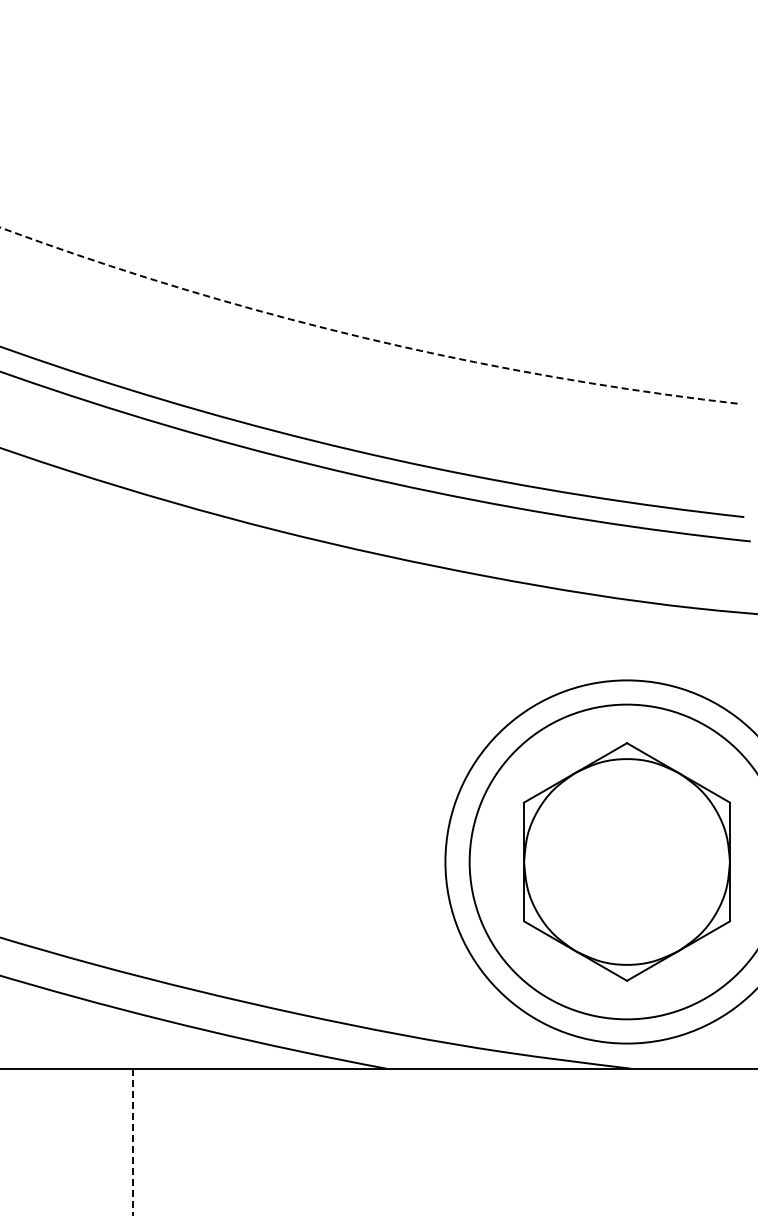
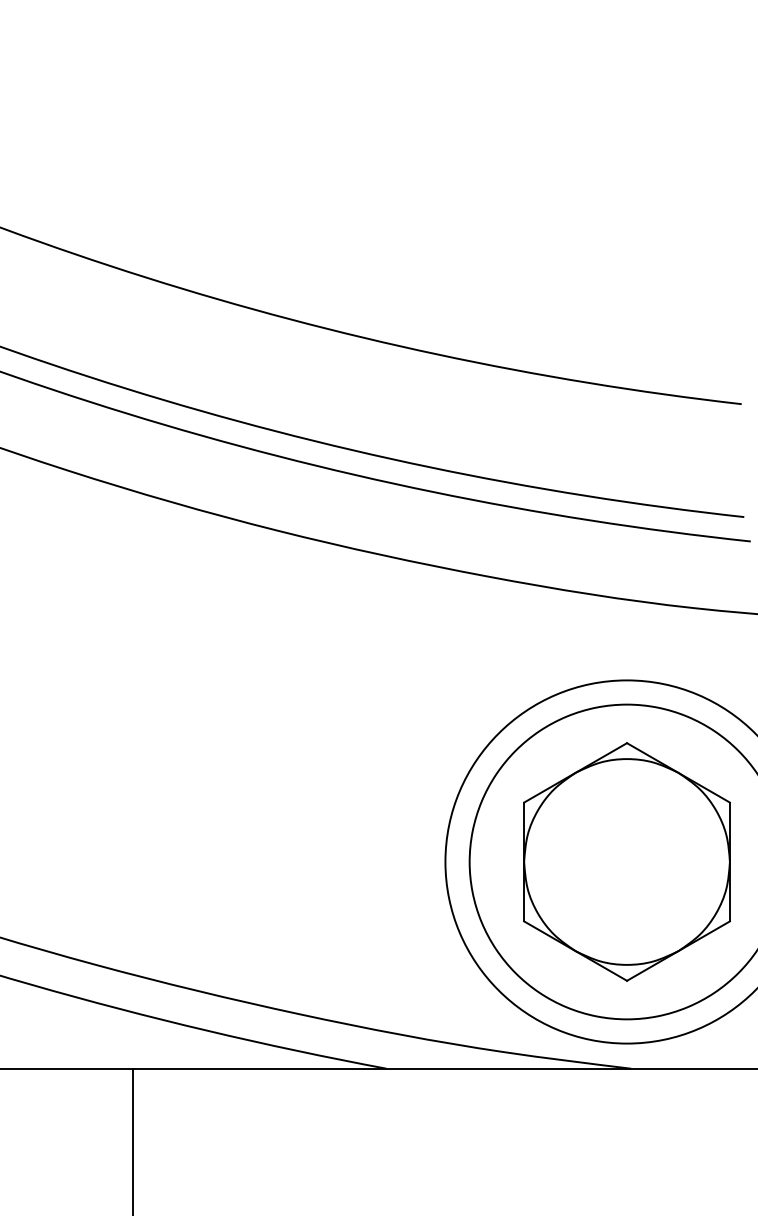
arc at (365, 338): dashed -> solid
line at (132, 1142): dashed -> solid
